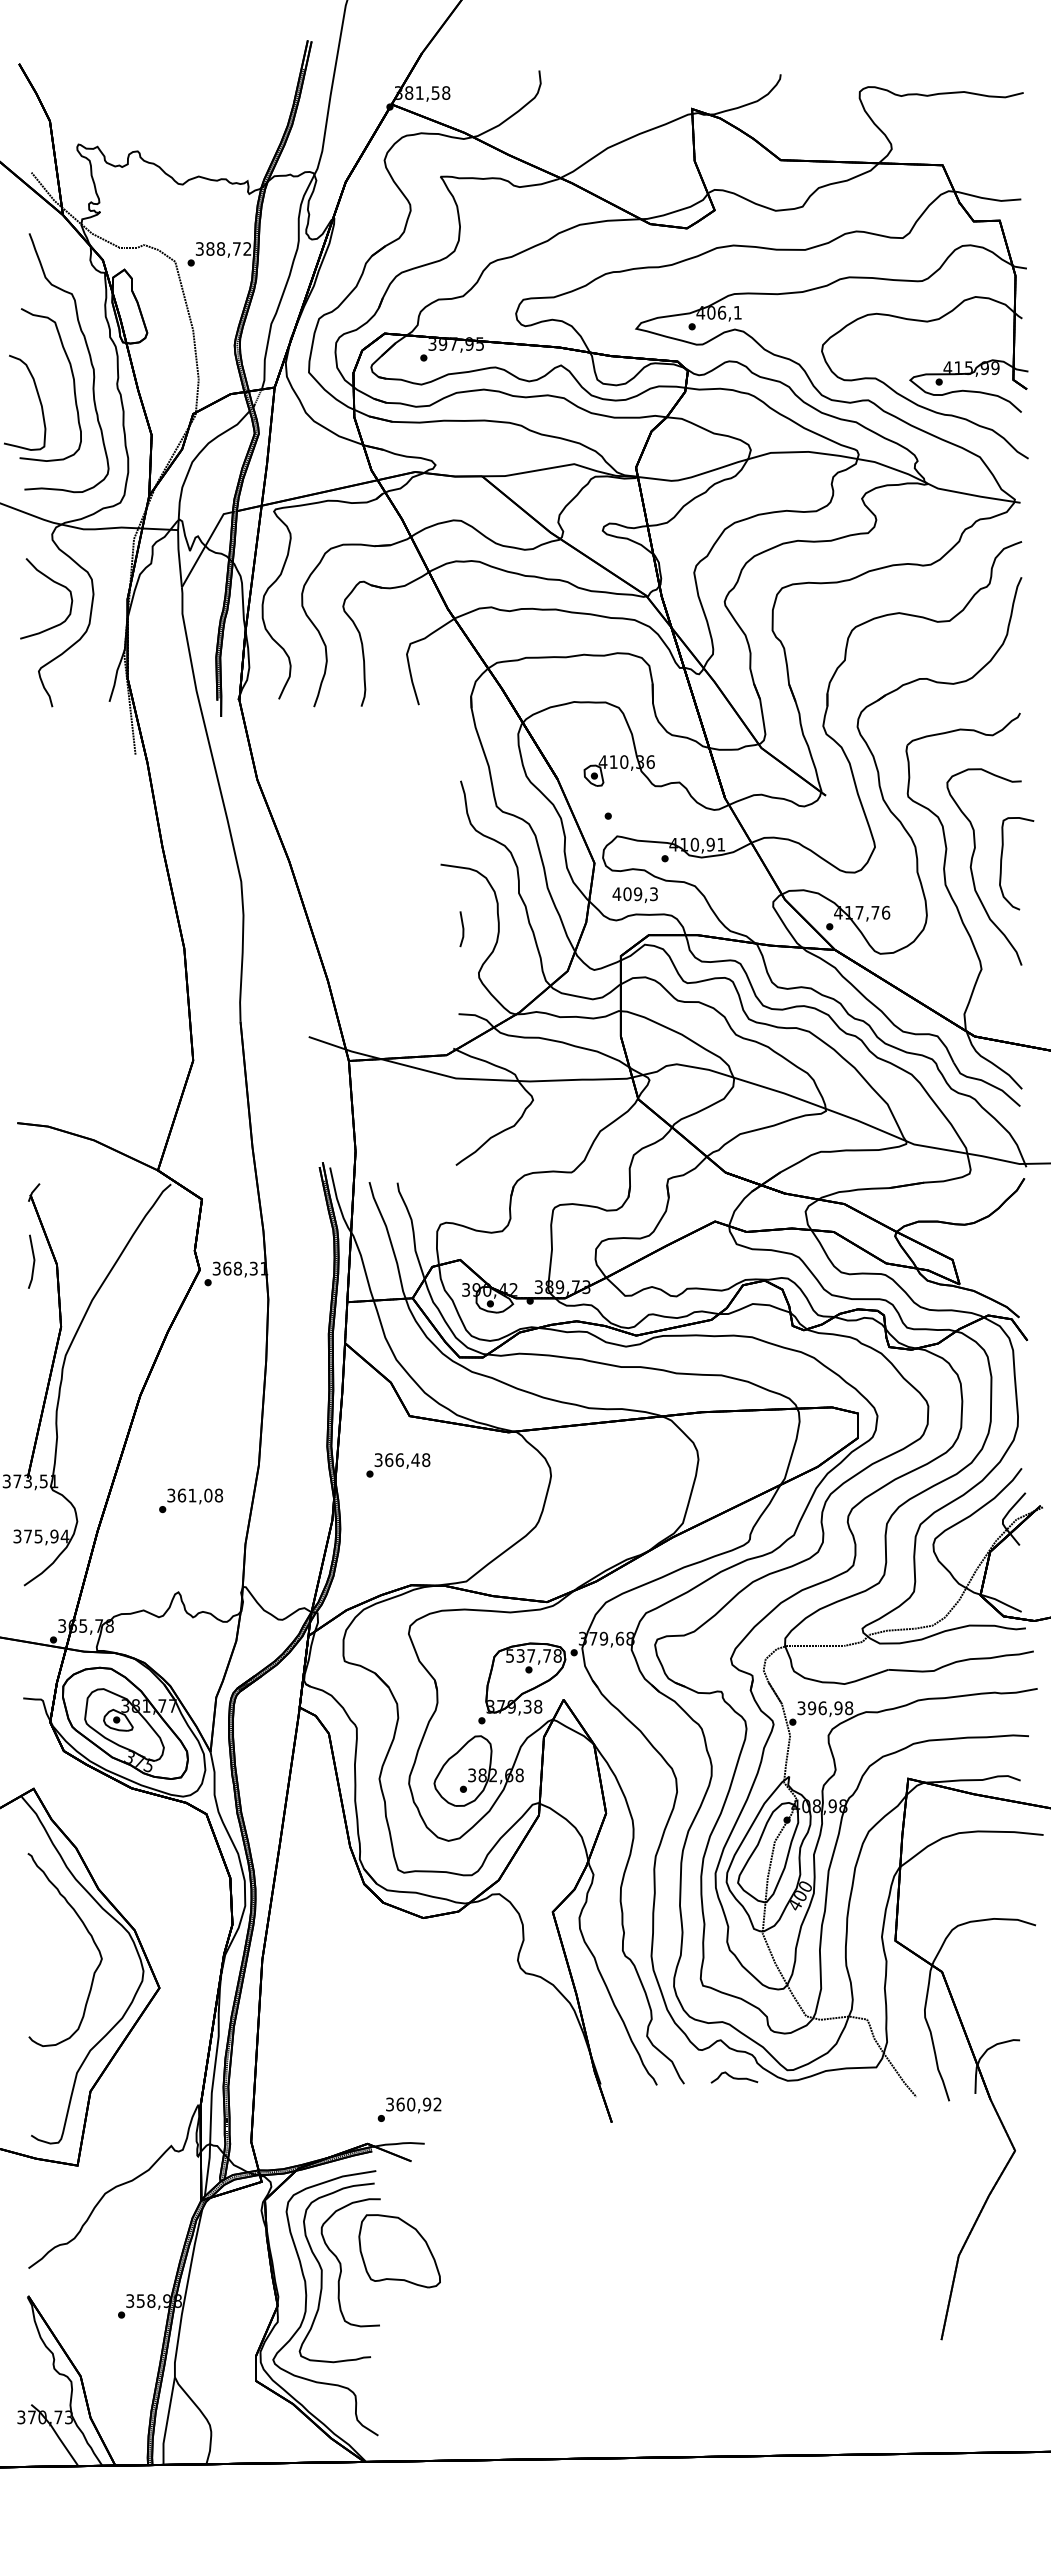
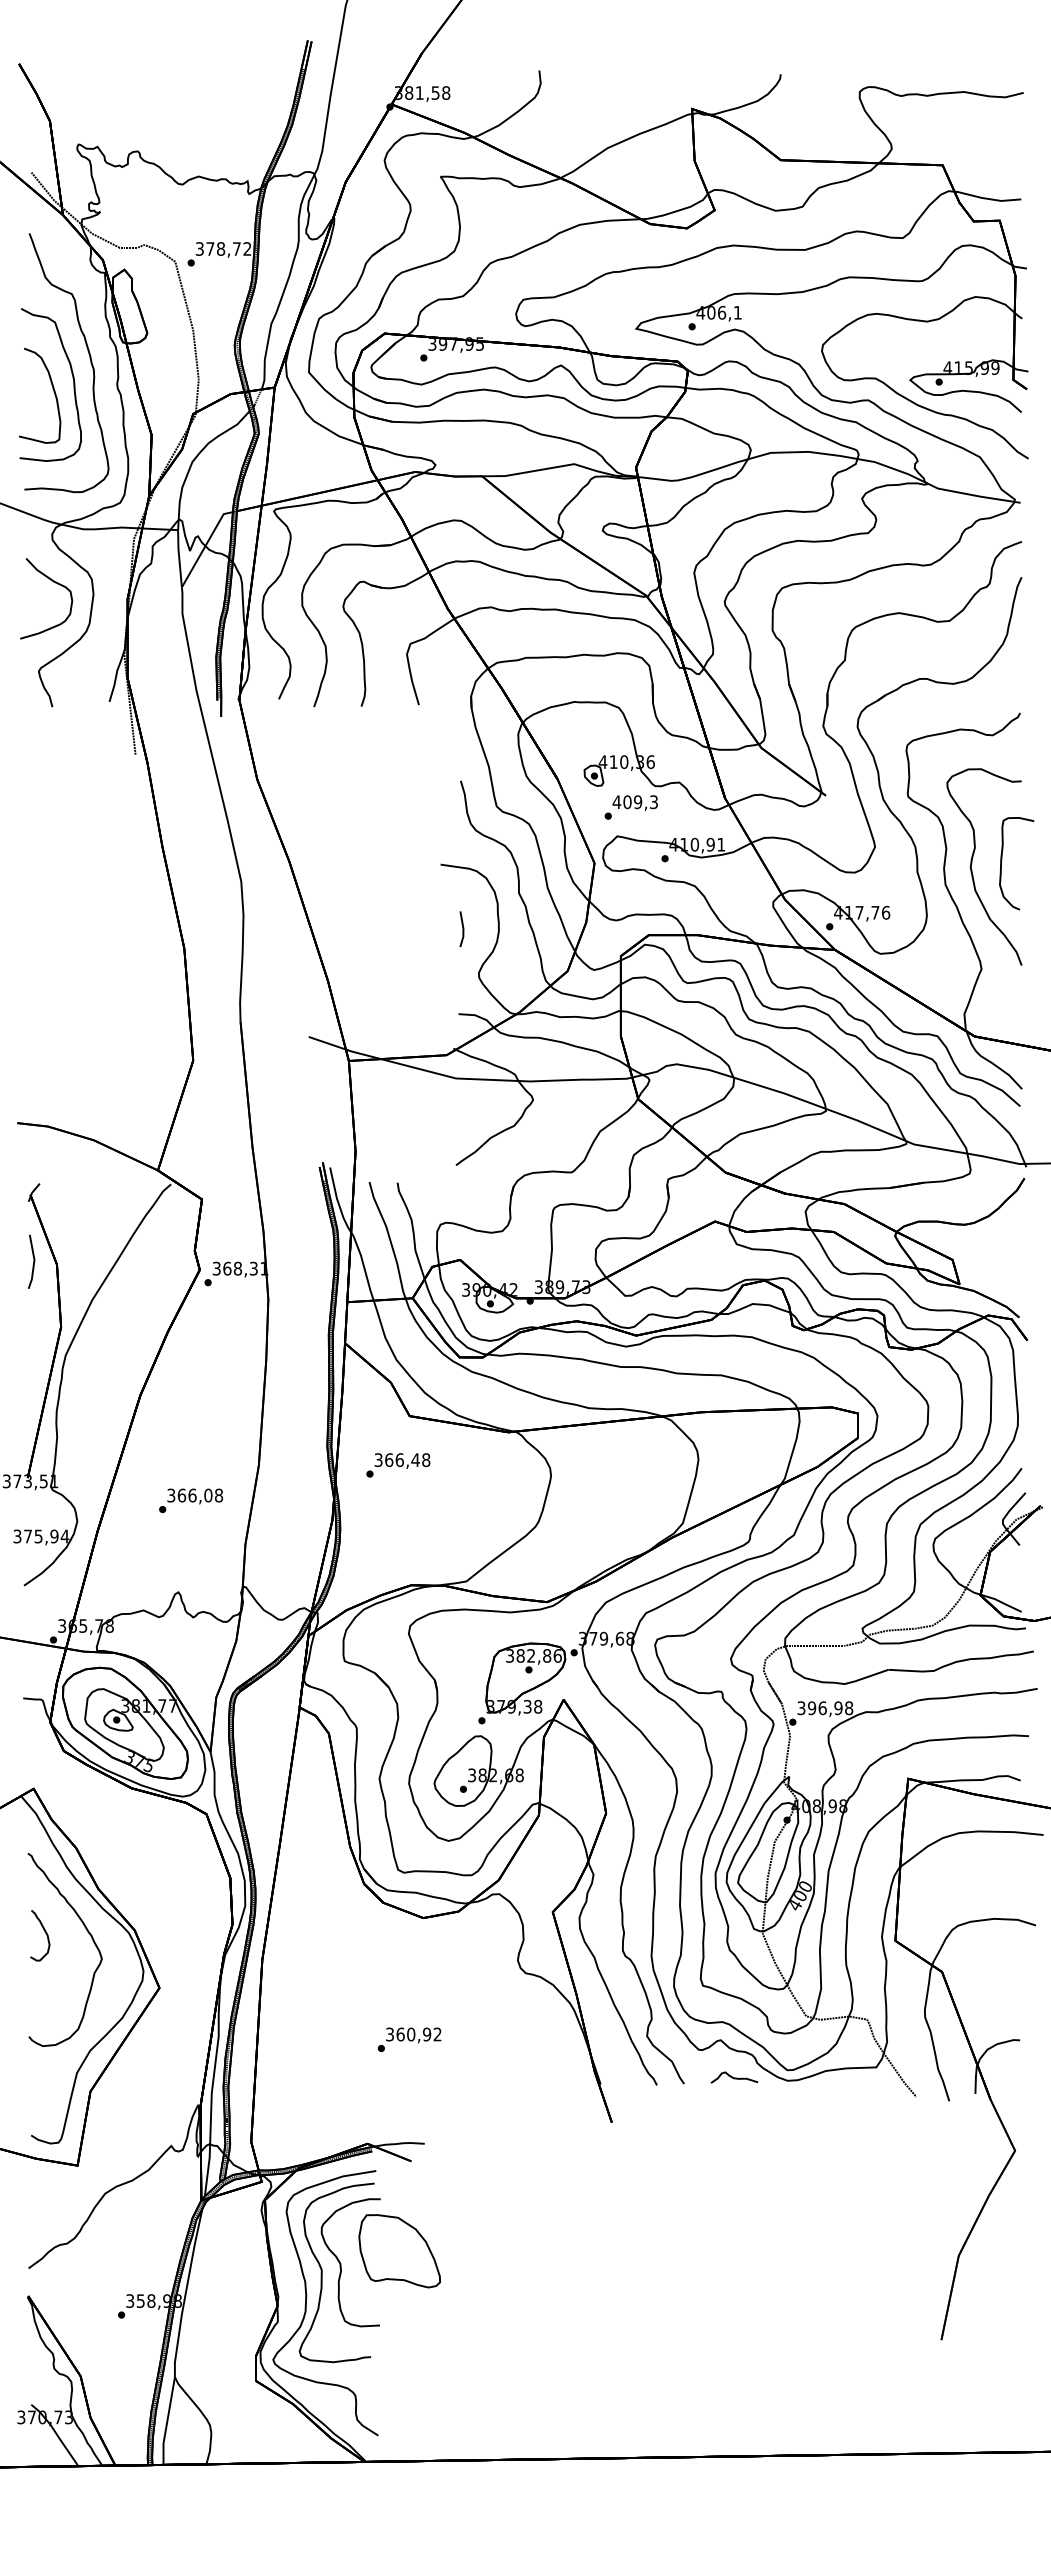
text at (210, 248): 388,72 -> 378,72
curve at (38, 399) position: (38, 399) -> (53, 392)
text at (634, 894) position: (634, 894) -> (634, 802)
text at (192, 1495): 361,08 -> 366,08
text at (533, 1655): 537,78 -> 382,86
part at (40, 1935): none -> present
text at (409, 2109) position: (409, 2109) -> (409, 2039)
